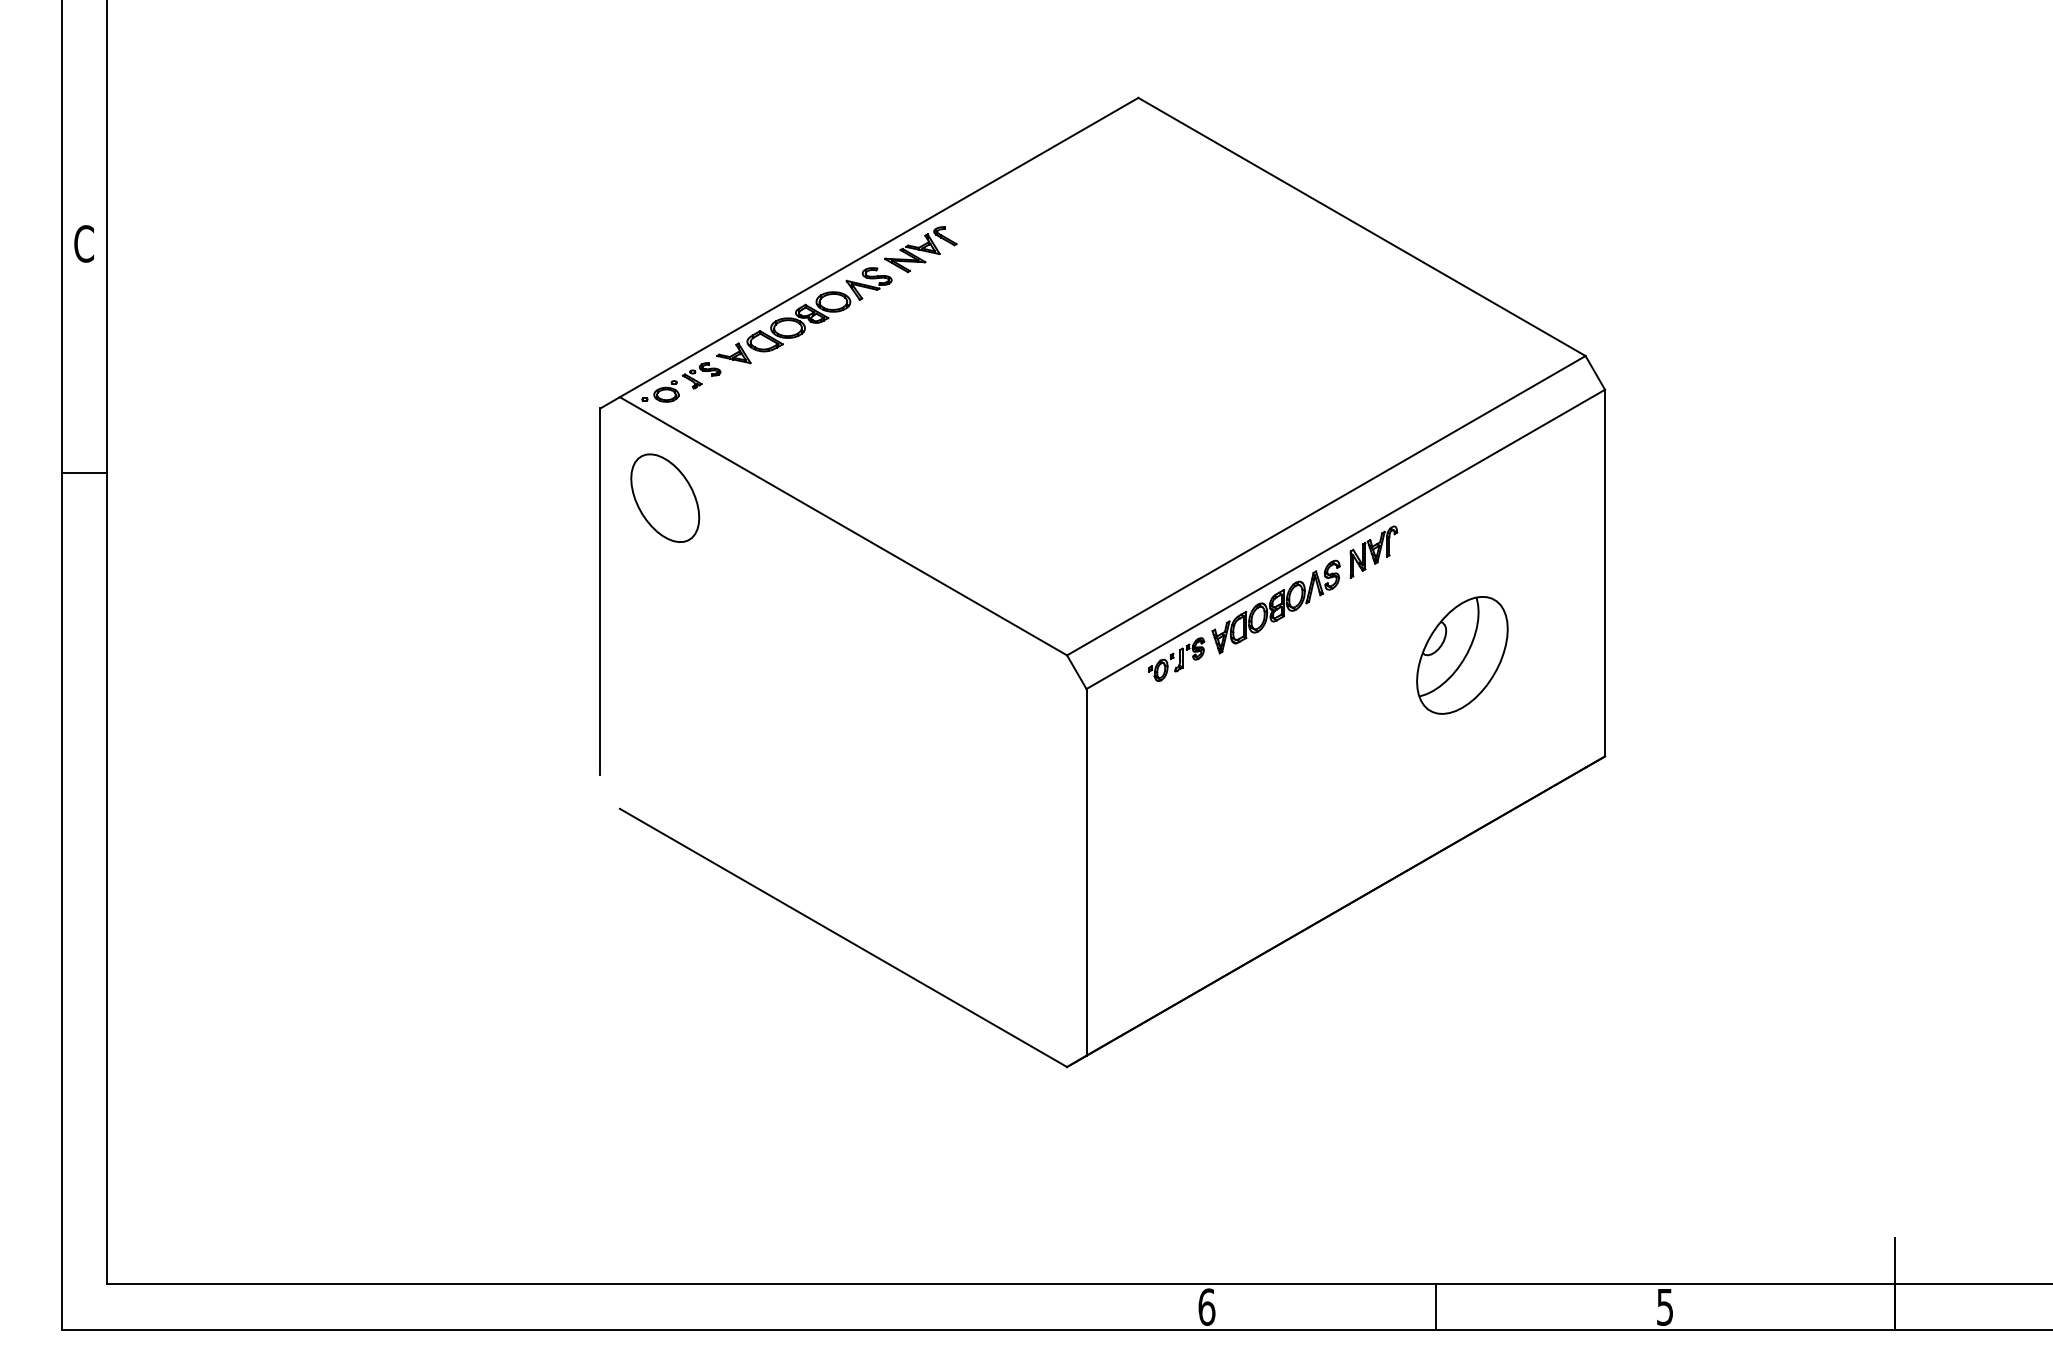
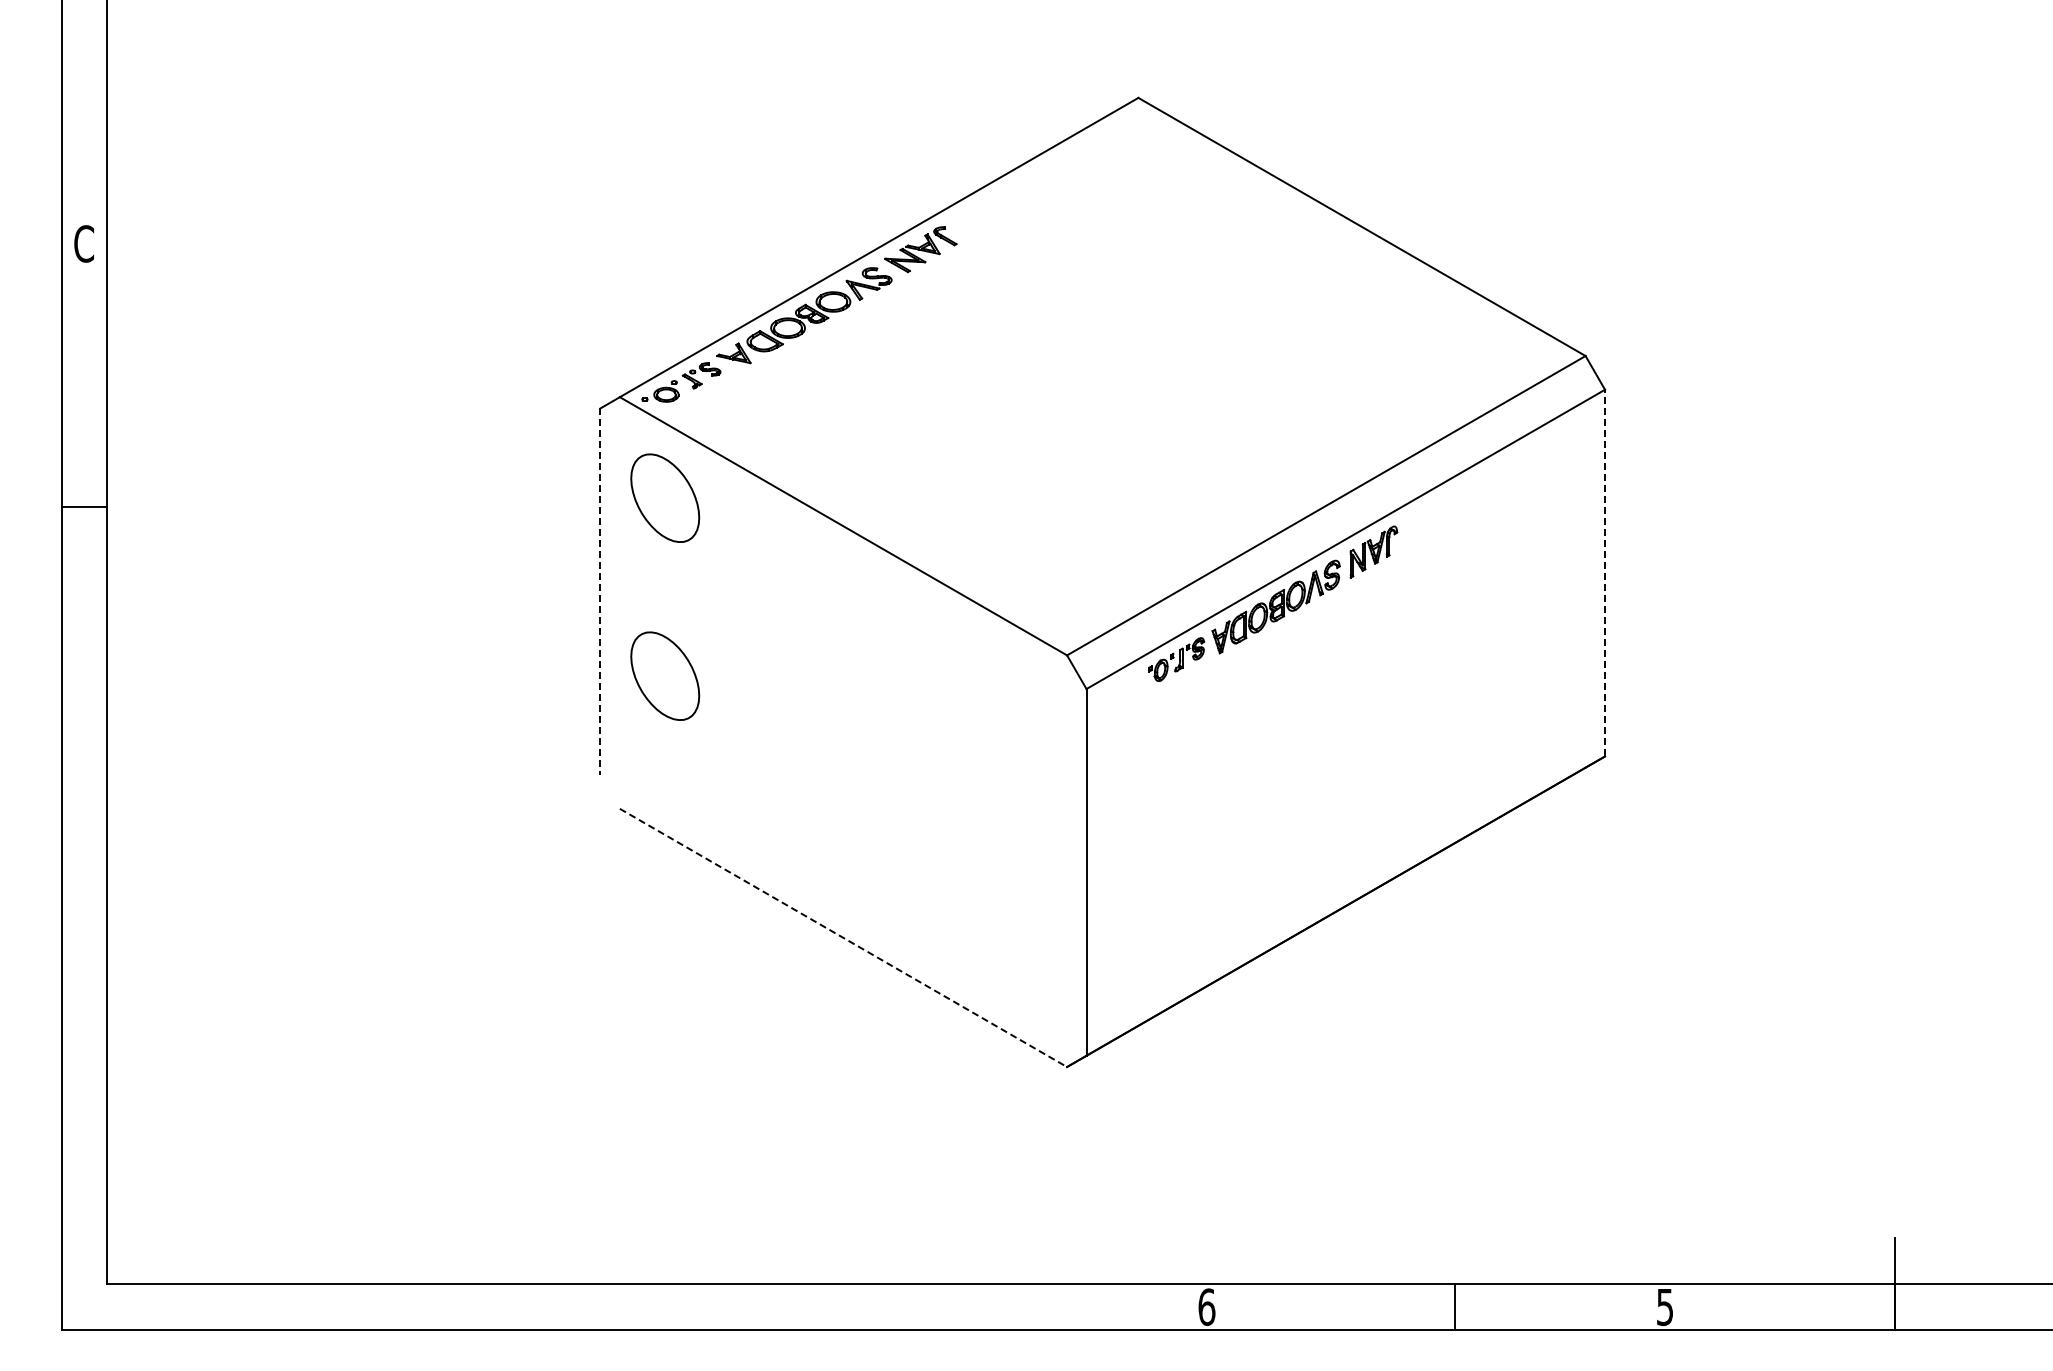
line at (84, 472) position: (84, 472) -> (84, 506)
line at (1605, 572): solid -> dashed
line at (600, 592): solid -> dashed
part at (1462, 655): present -> none
part at (665, 675): none -> present
line at (843, 938): solid -> dashed
line at (1436, 1307) position: (1436, 1307) -> (1455, 1307)
